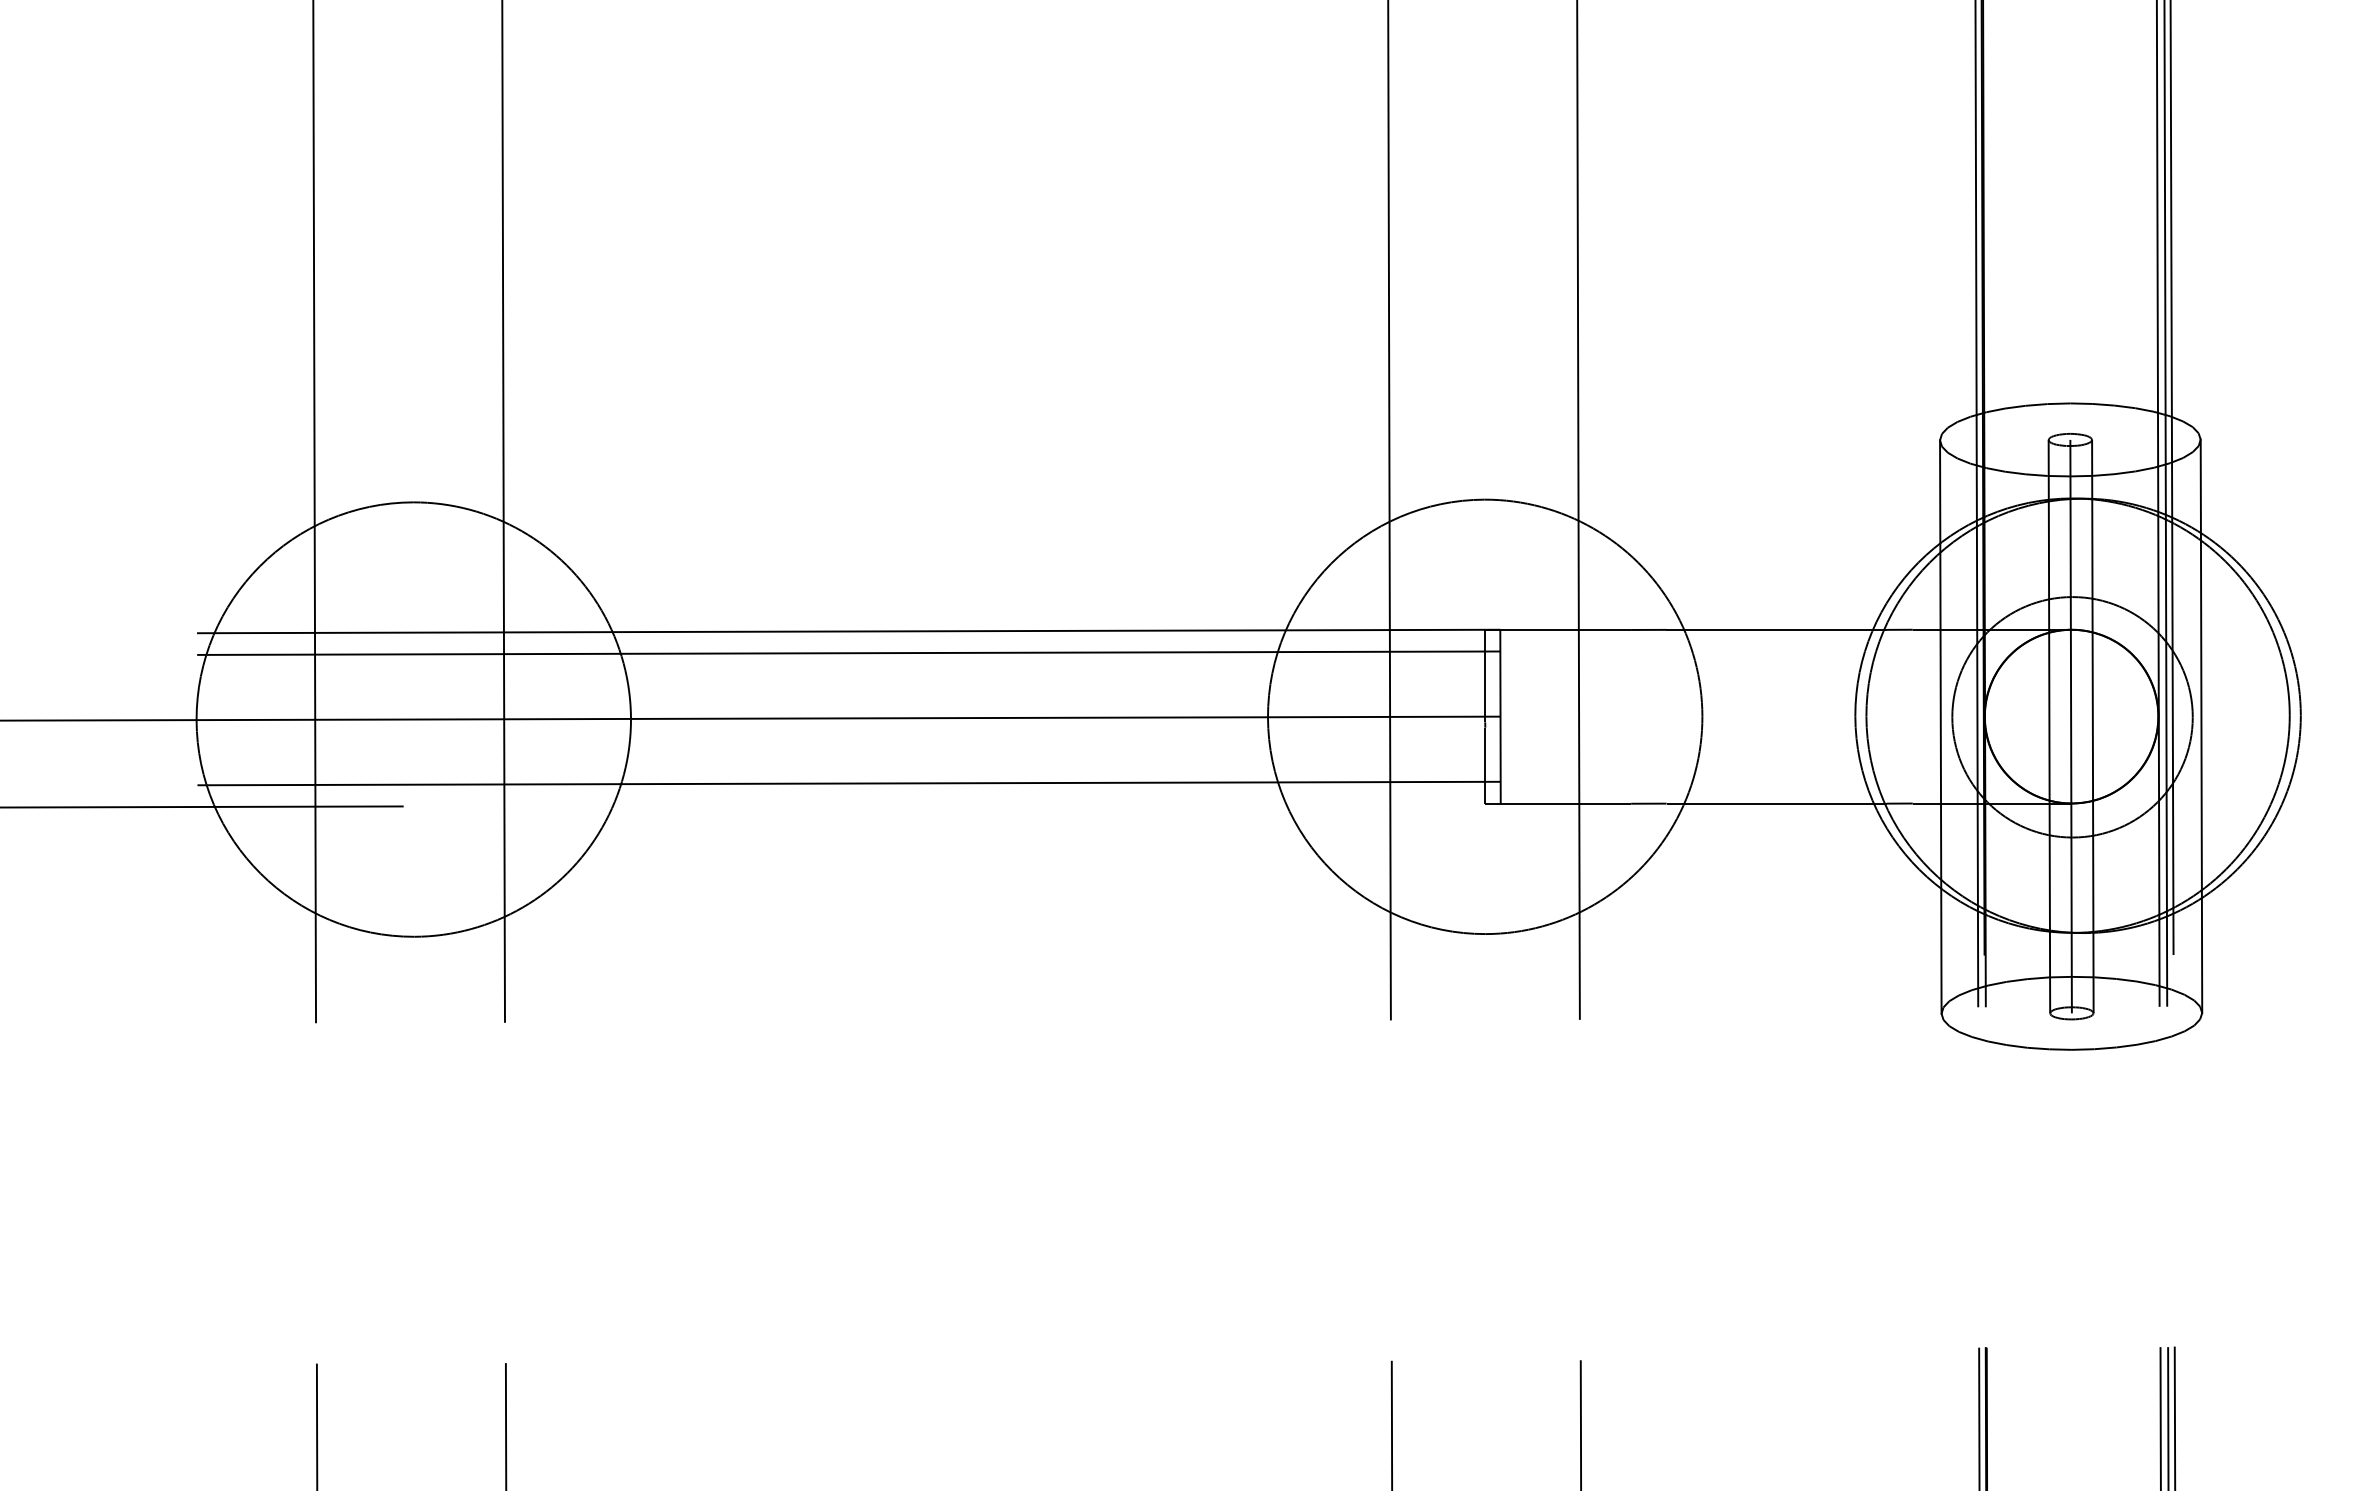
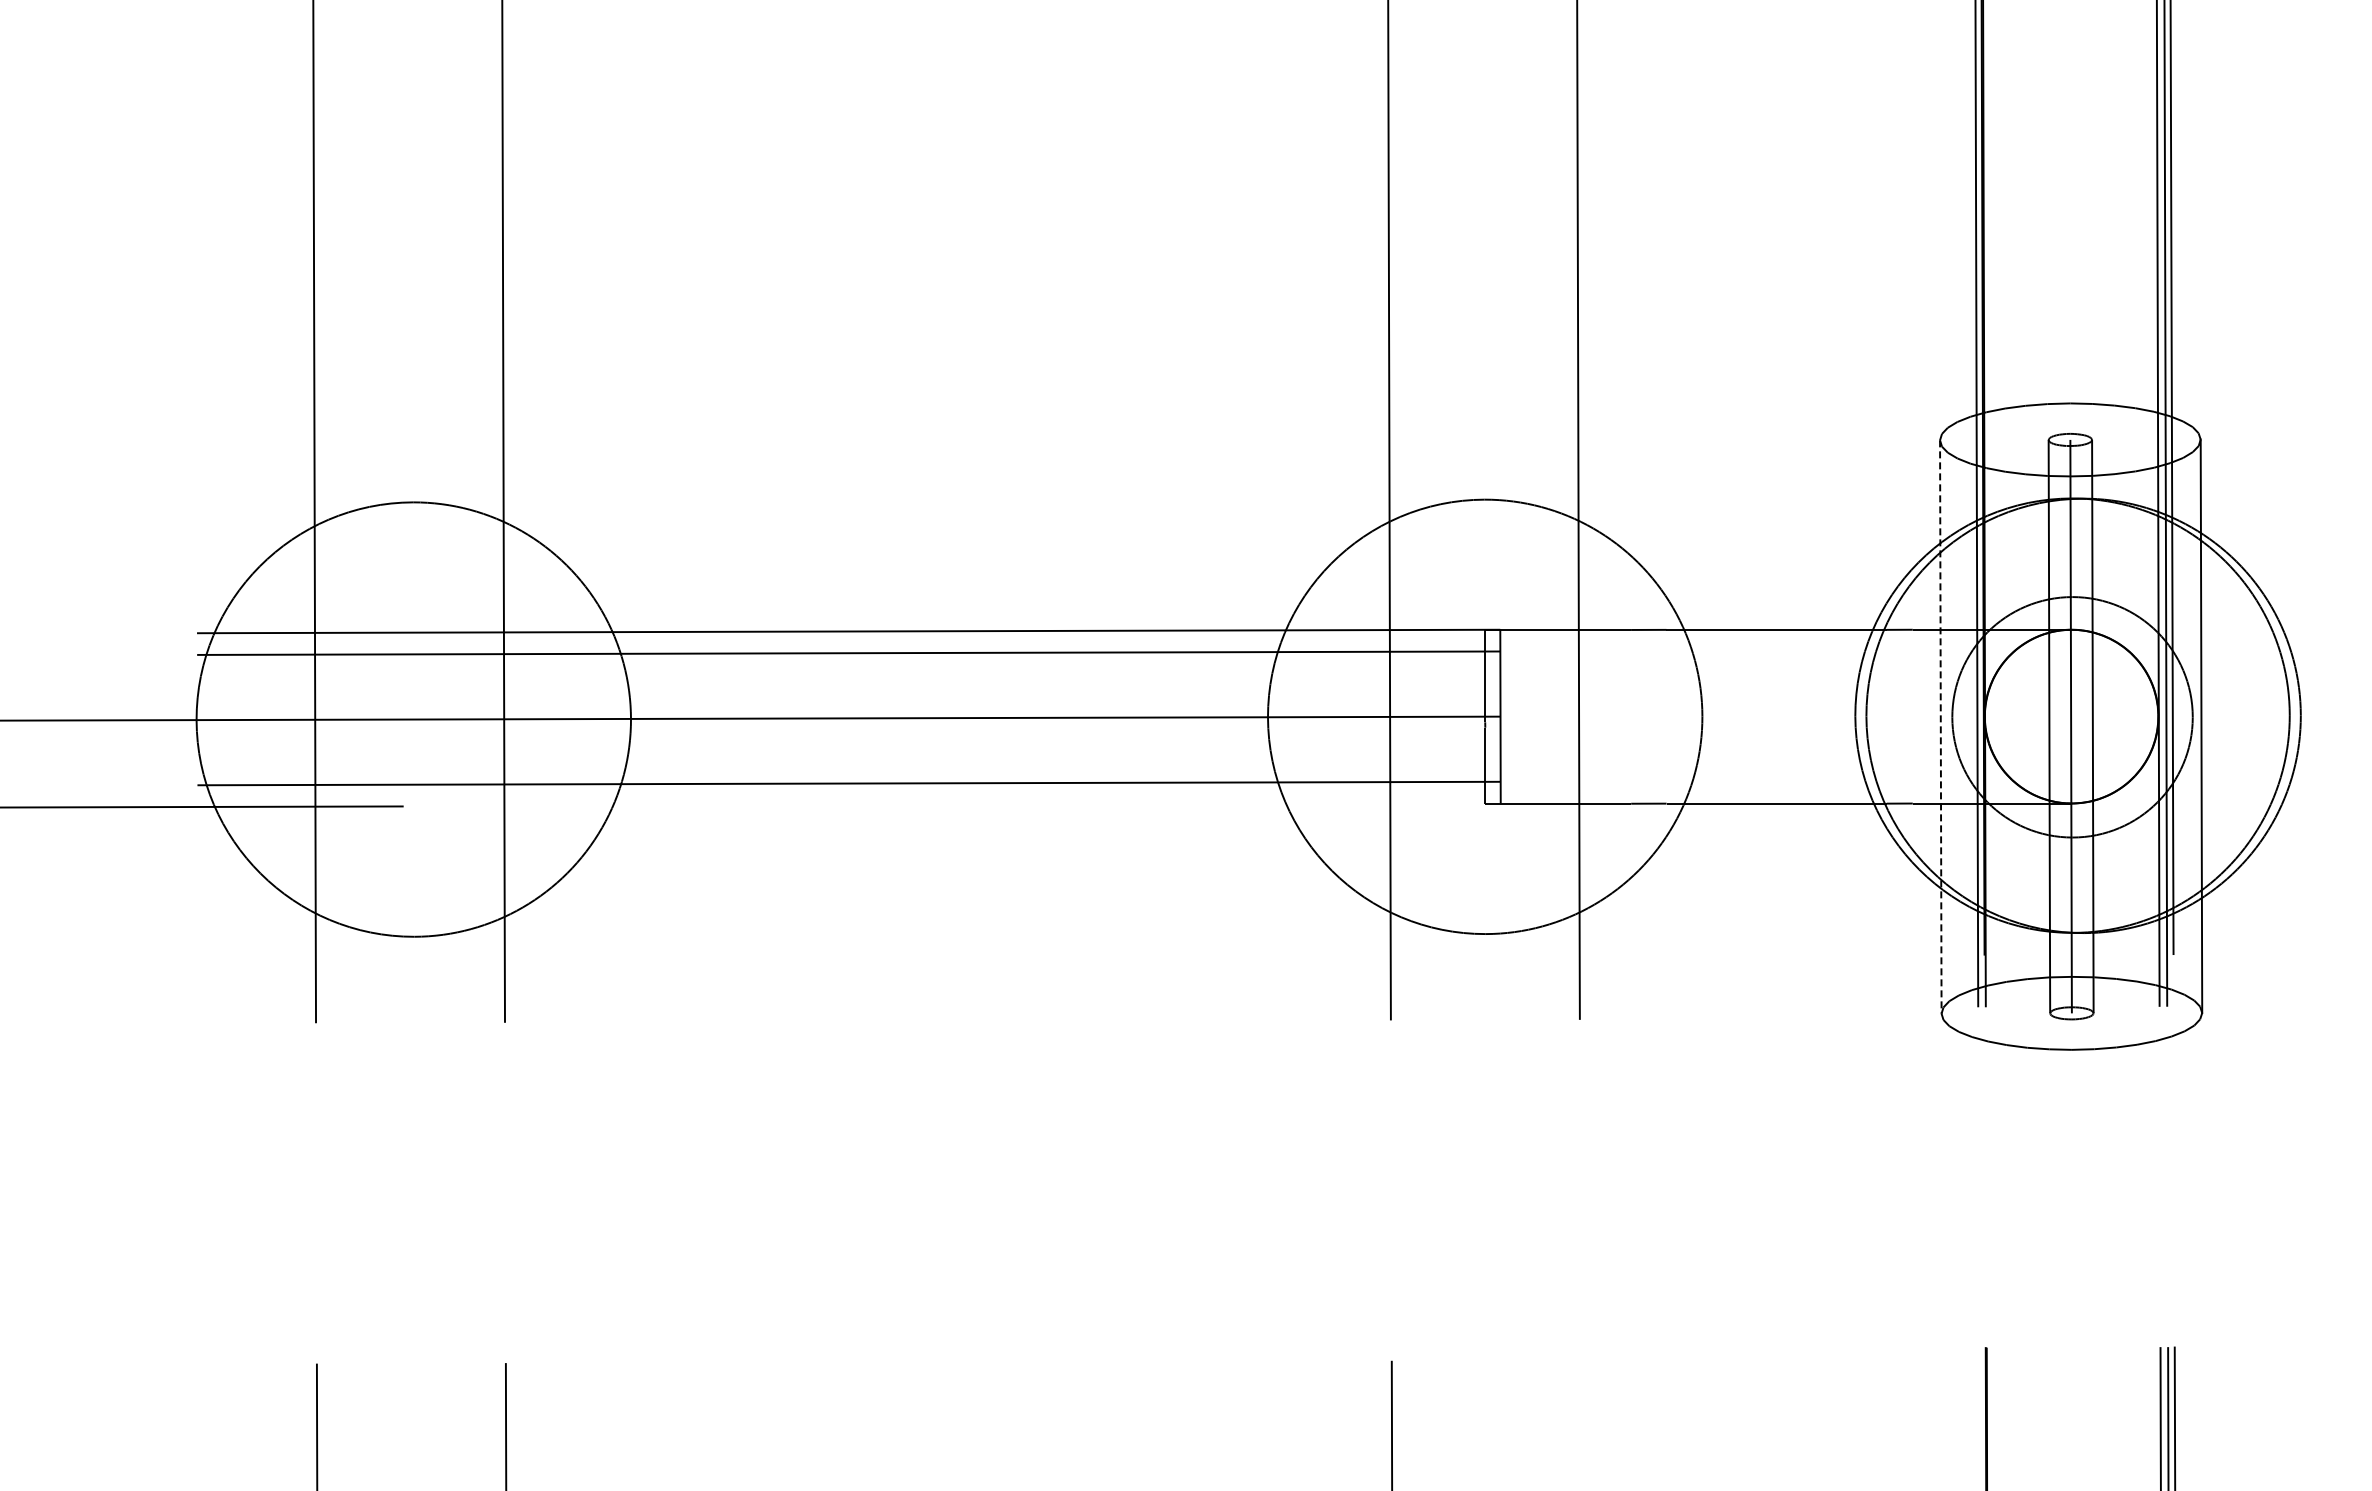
line at (1940, 727): solid -> dashed
line at (1979, 1417): present -> none
line at (1580, 1423): present -> none
